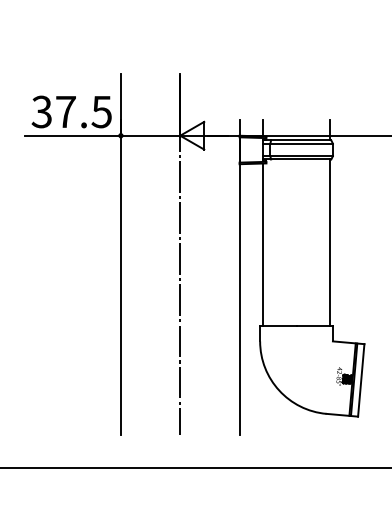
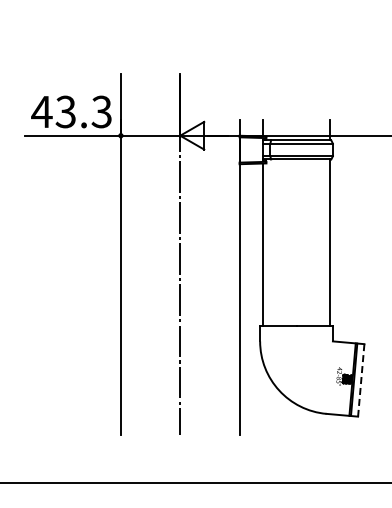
text at (71, 111): 37.5 -> 43.3
line at (361, 380): solid -> dashed
line at (195, 467) position: (195, 467) -> (195, 482)
